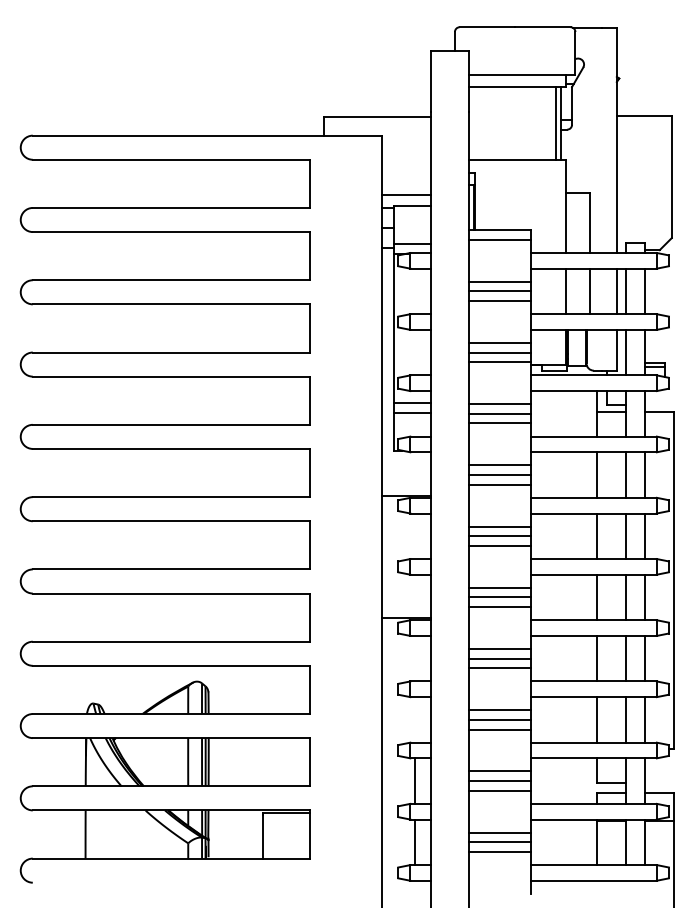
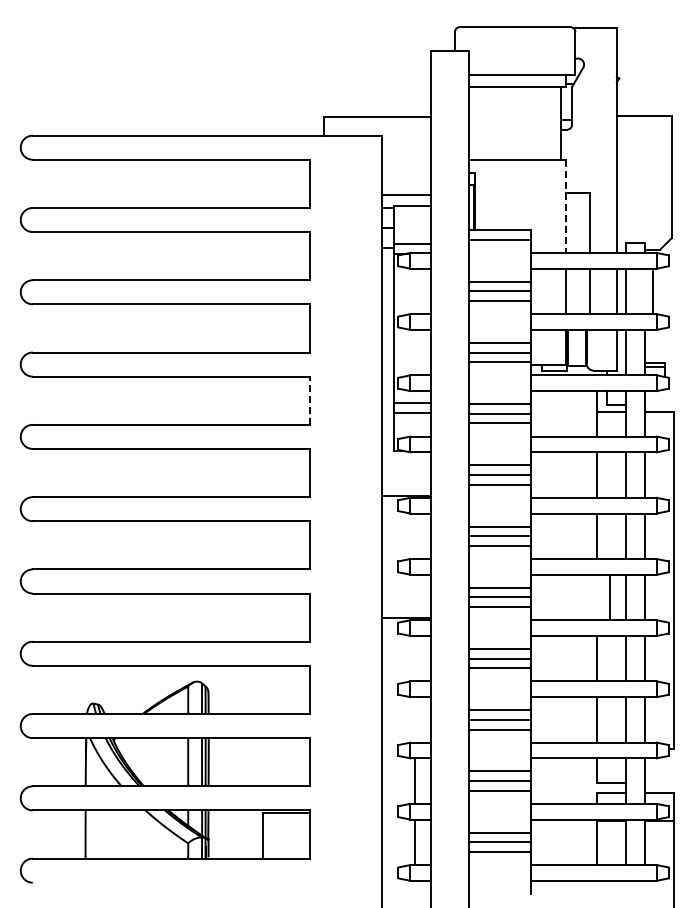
line at (556, 123): present -> none
line at (565, 206): solid -> dashed
line at (645, 291) position: (645, 291) -> (653, 291)
line at (309, 400): solid -> dashed
line at (597, 597) position: (597, 597) -> (610, 597)
